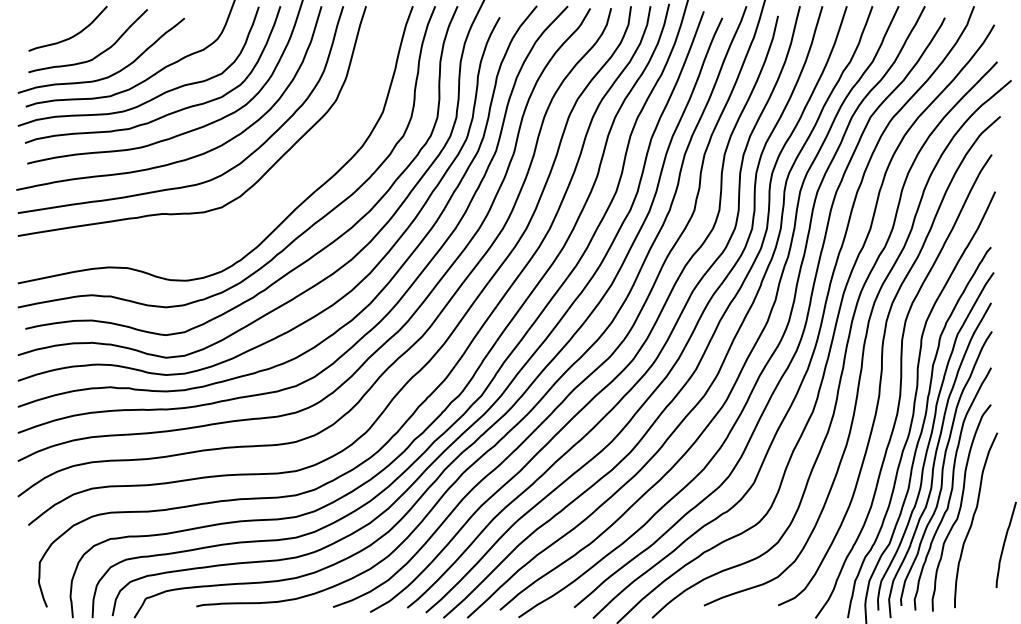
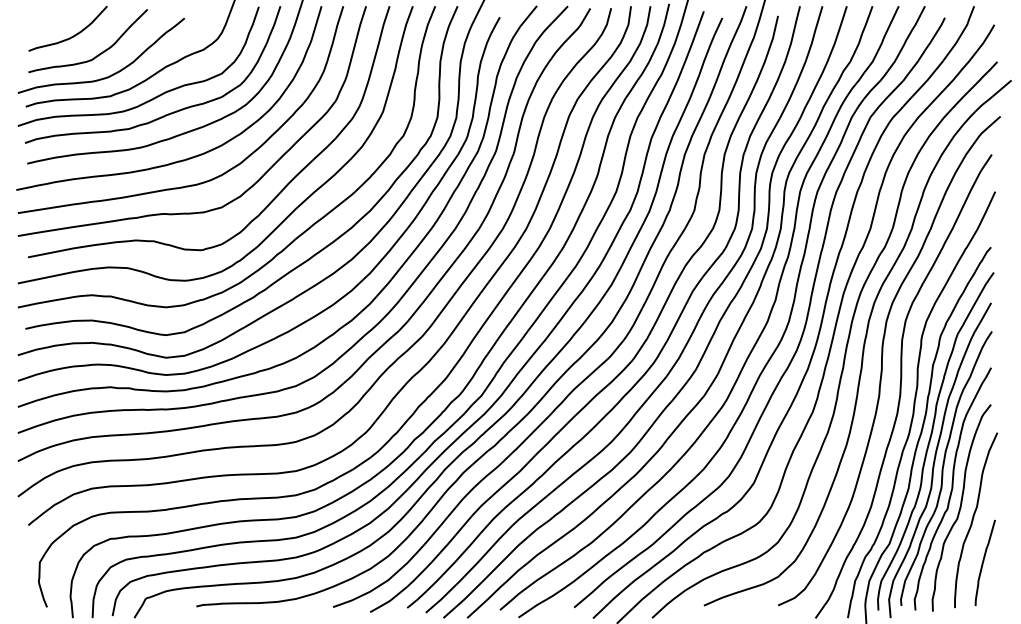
curve at (281, 189): none -> present
curve at (1005, 543) position: (1005, 543) -> (984, 561)
